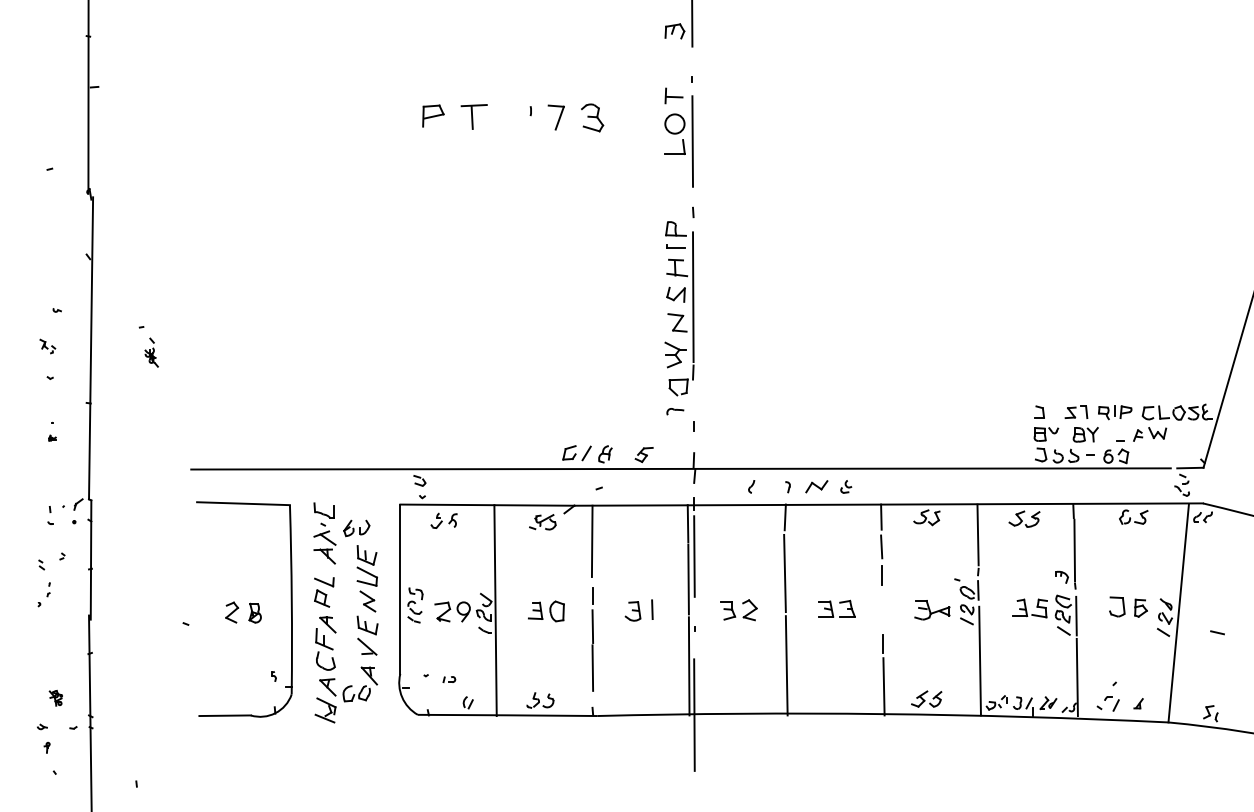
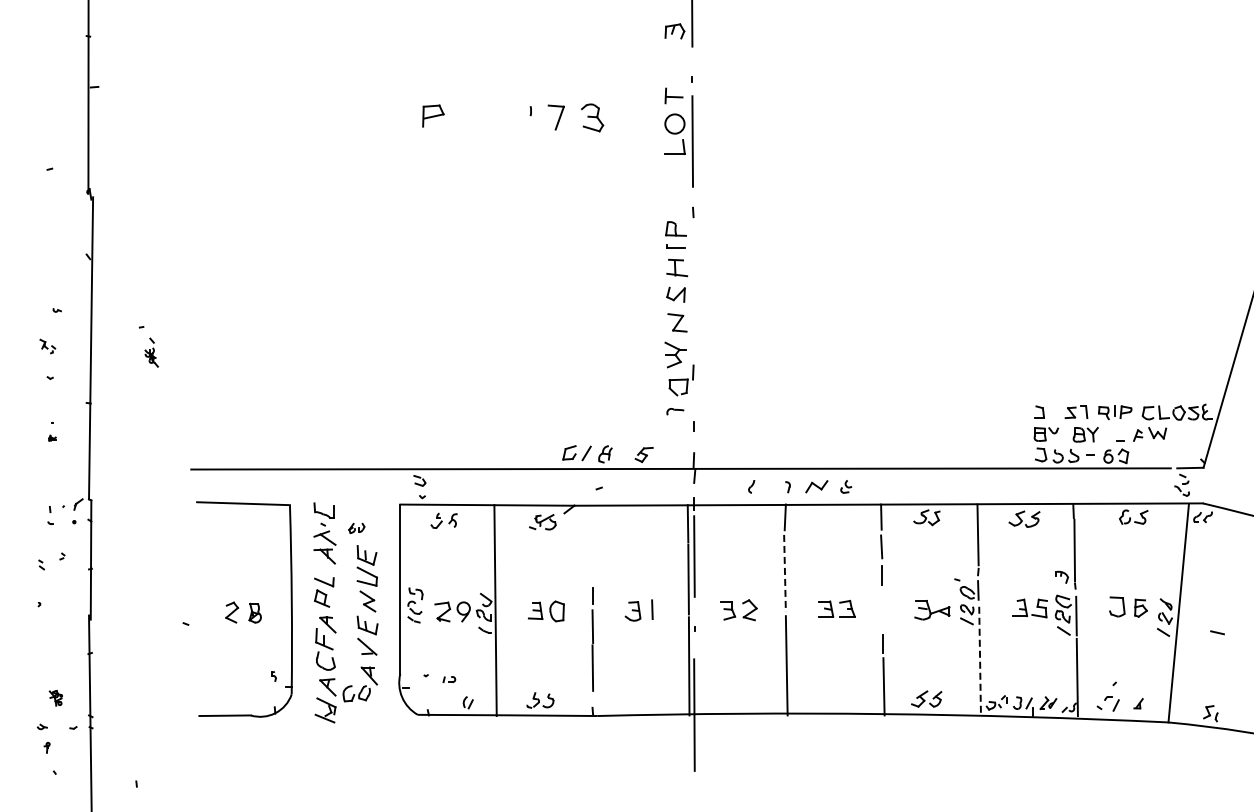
part at (473, 116): present -> none
line at (693, 297): present -> none
part at (356, 528) size: 28x19 px -> 18x12 px
line at (591, 541): present -> none
line at (785, 573): solid -> dashed
part at (48, 589): present -> none
line at (980, 661): solid -> dashed
